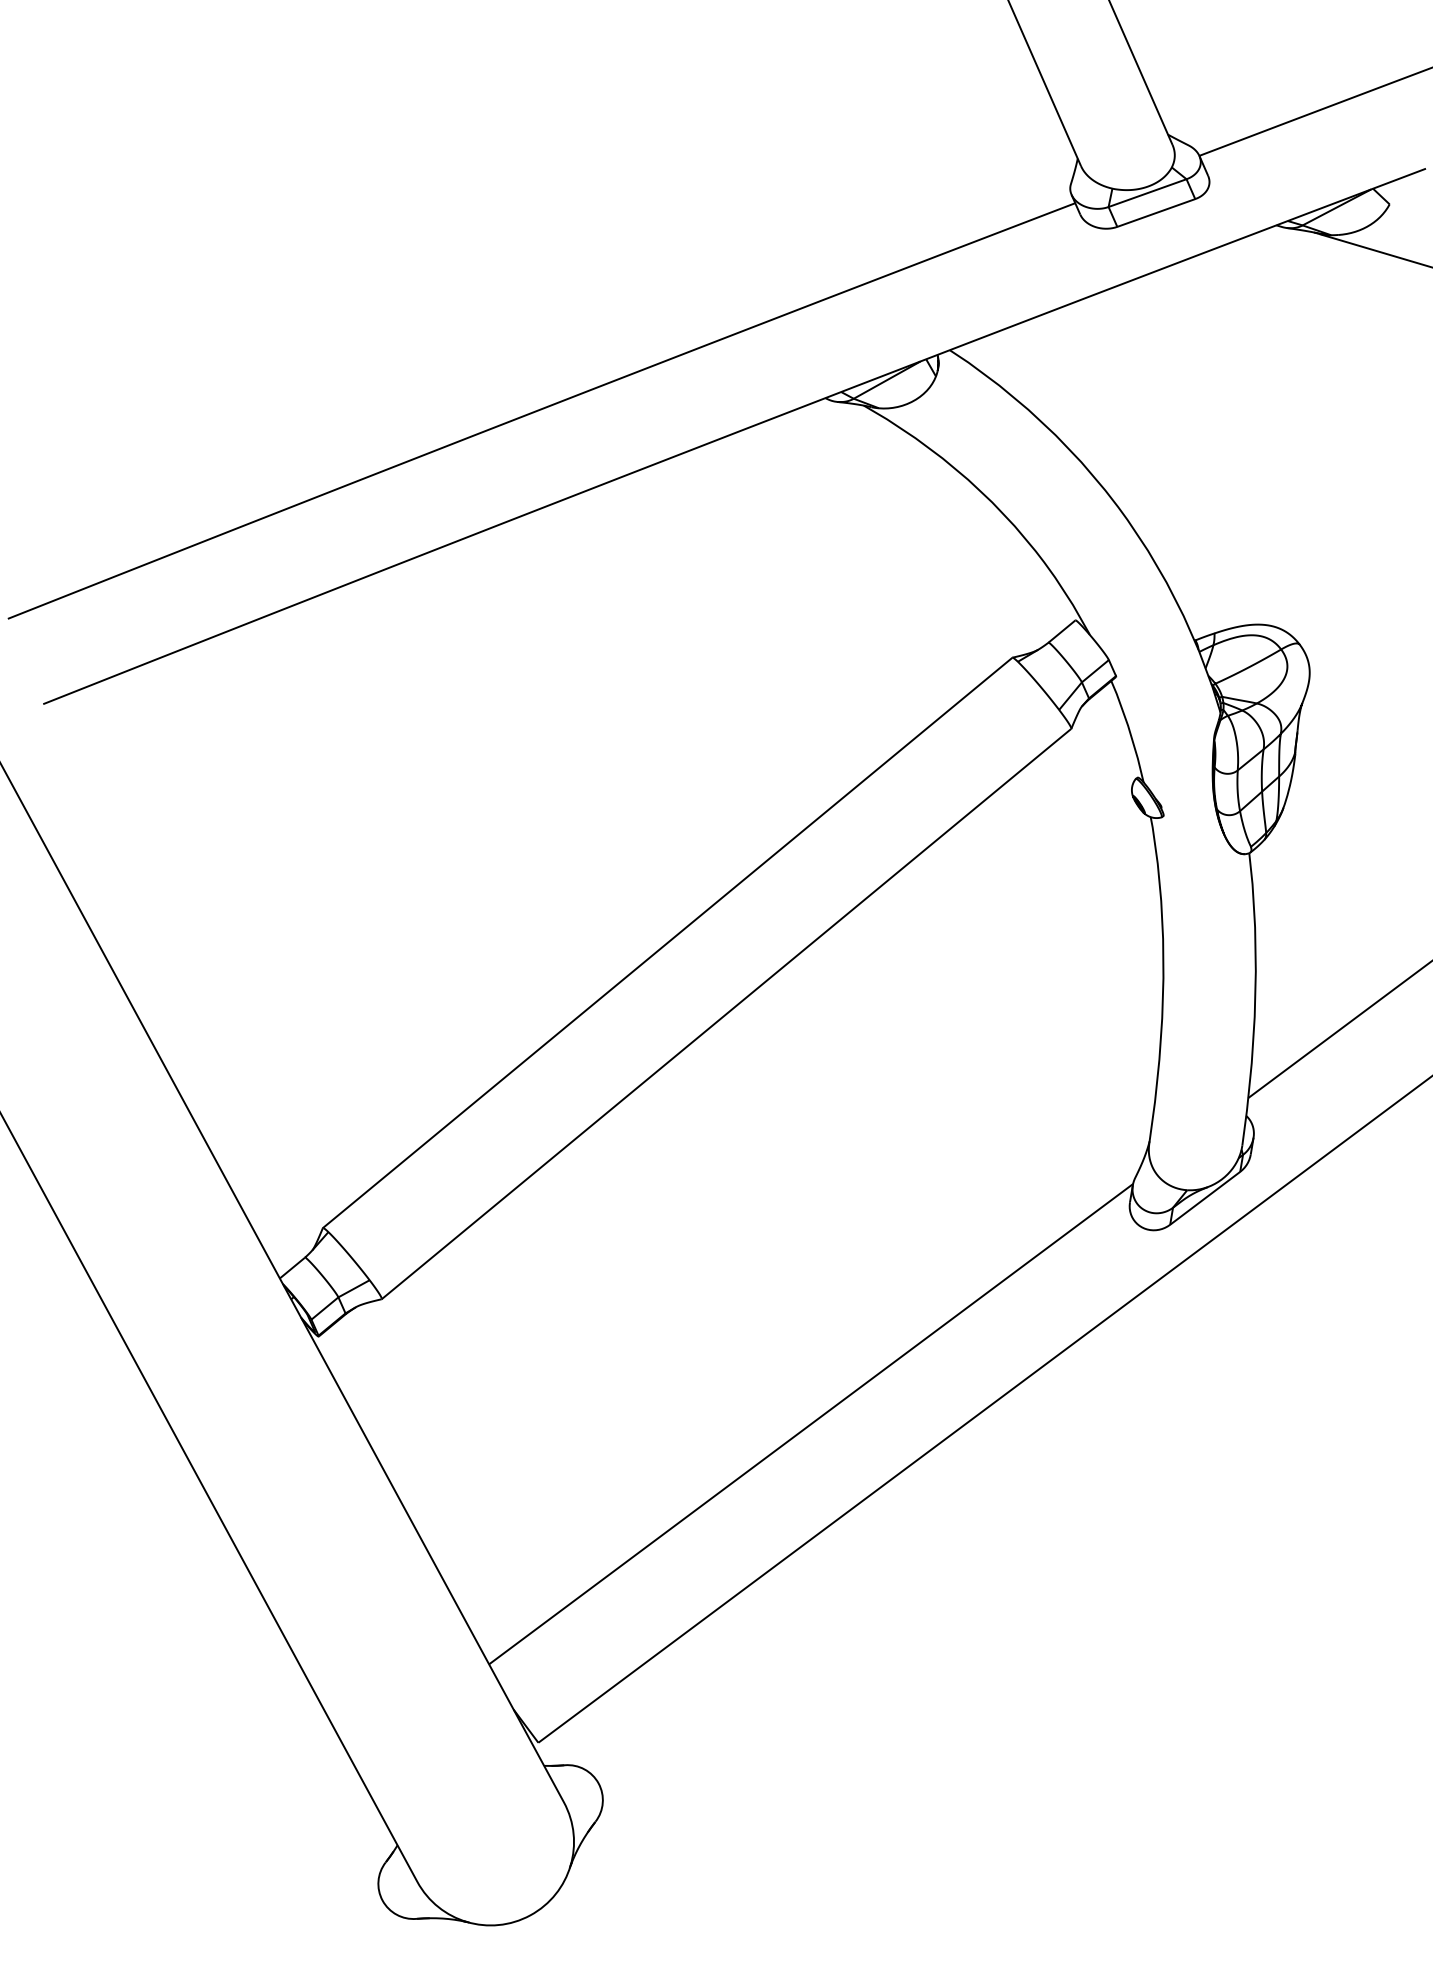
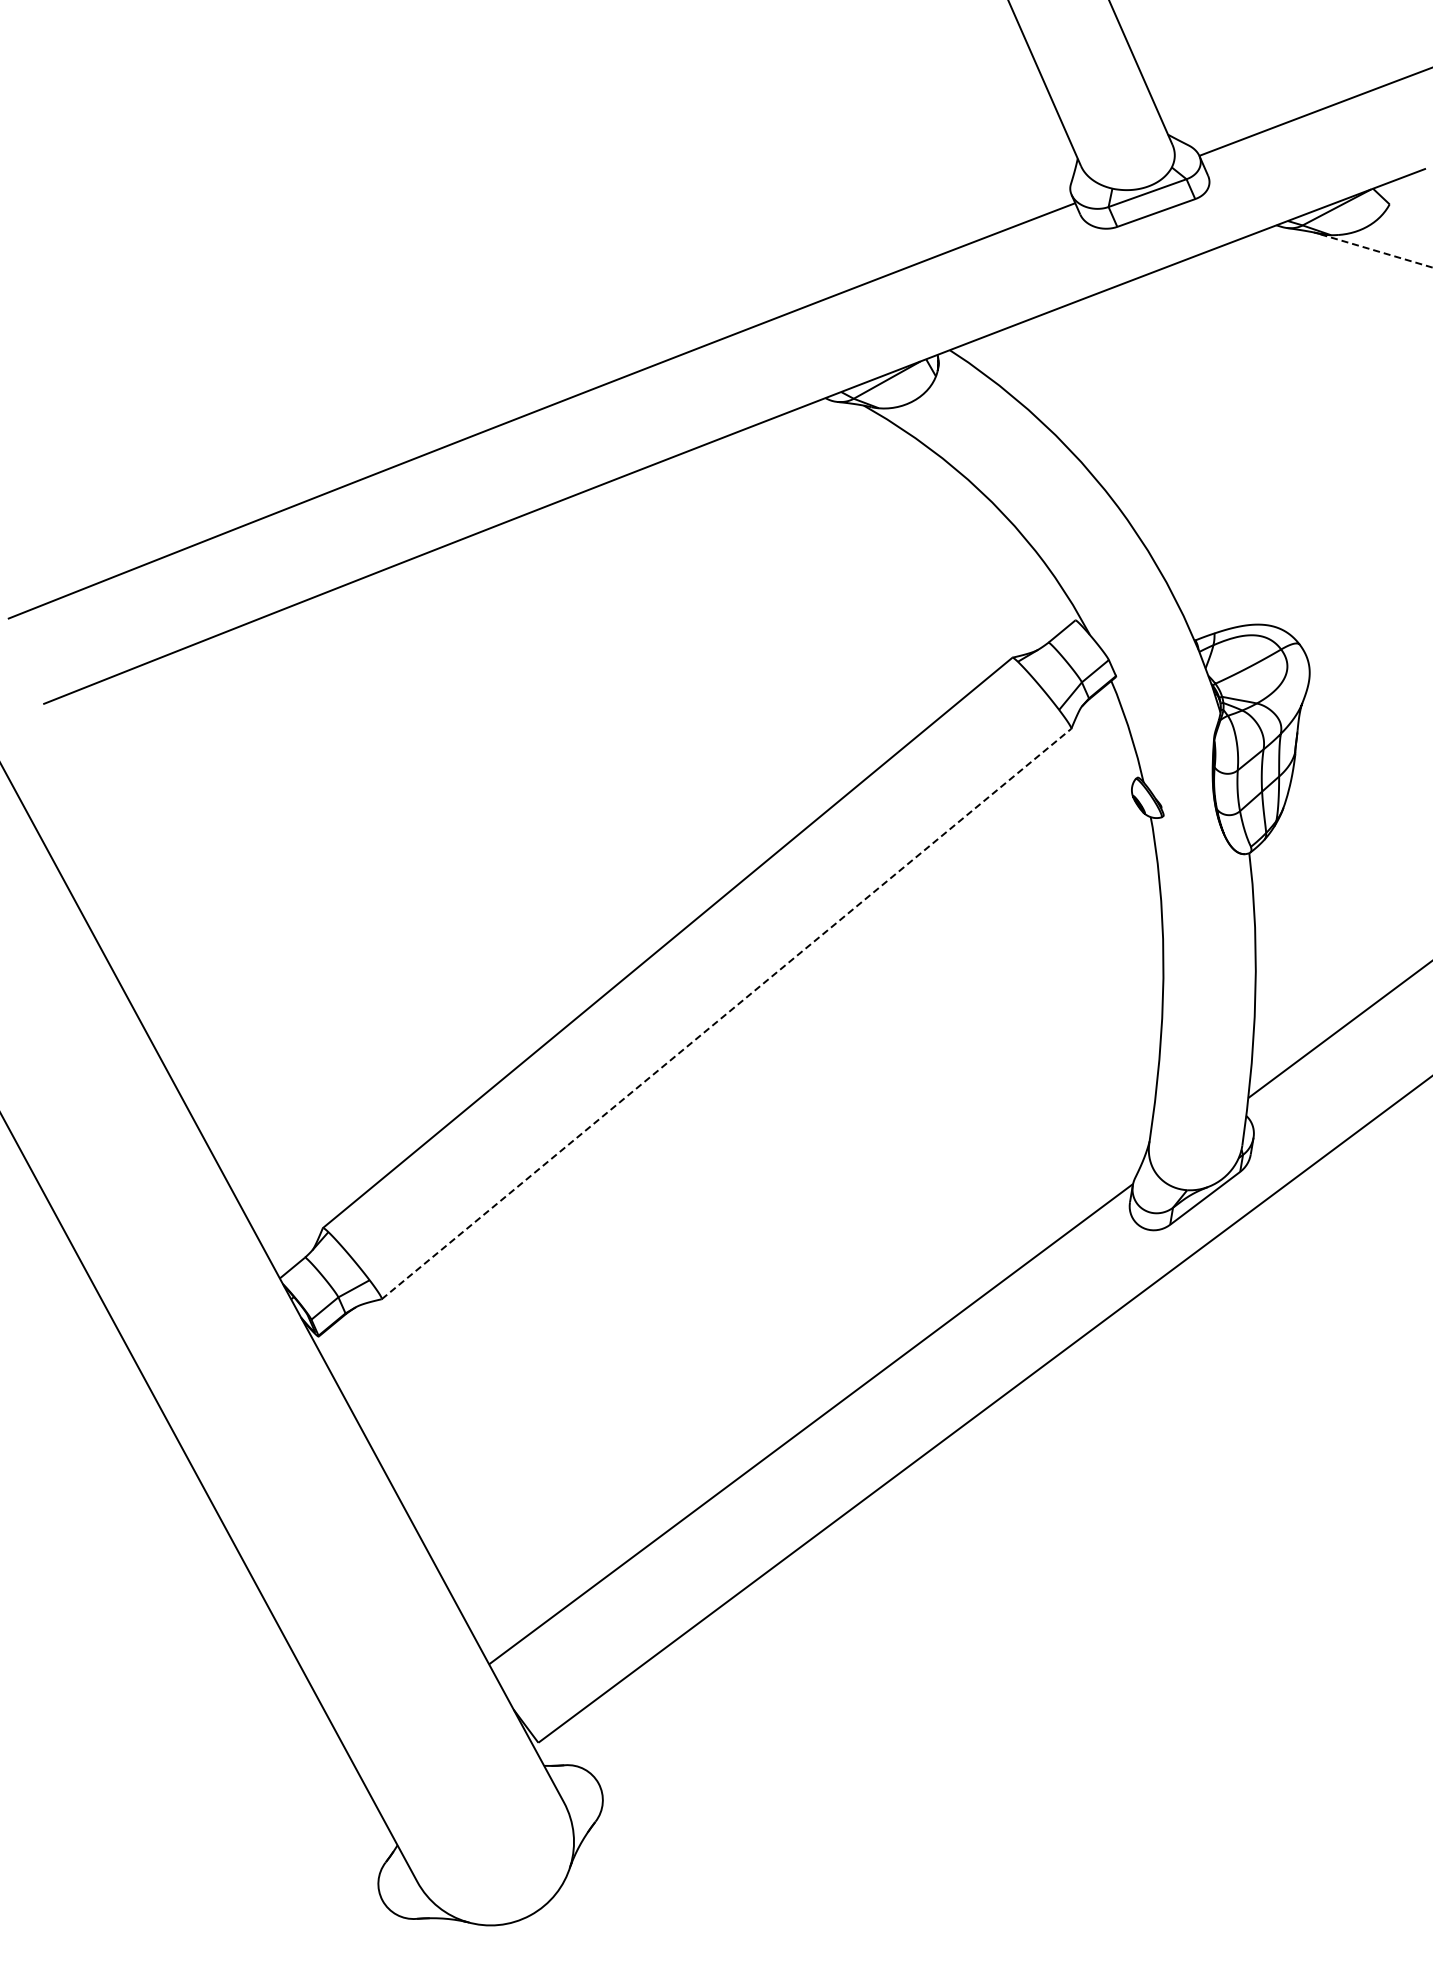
line at (1375, 250): solid -> dashed
line at (726, 1013): solid -> dashed
